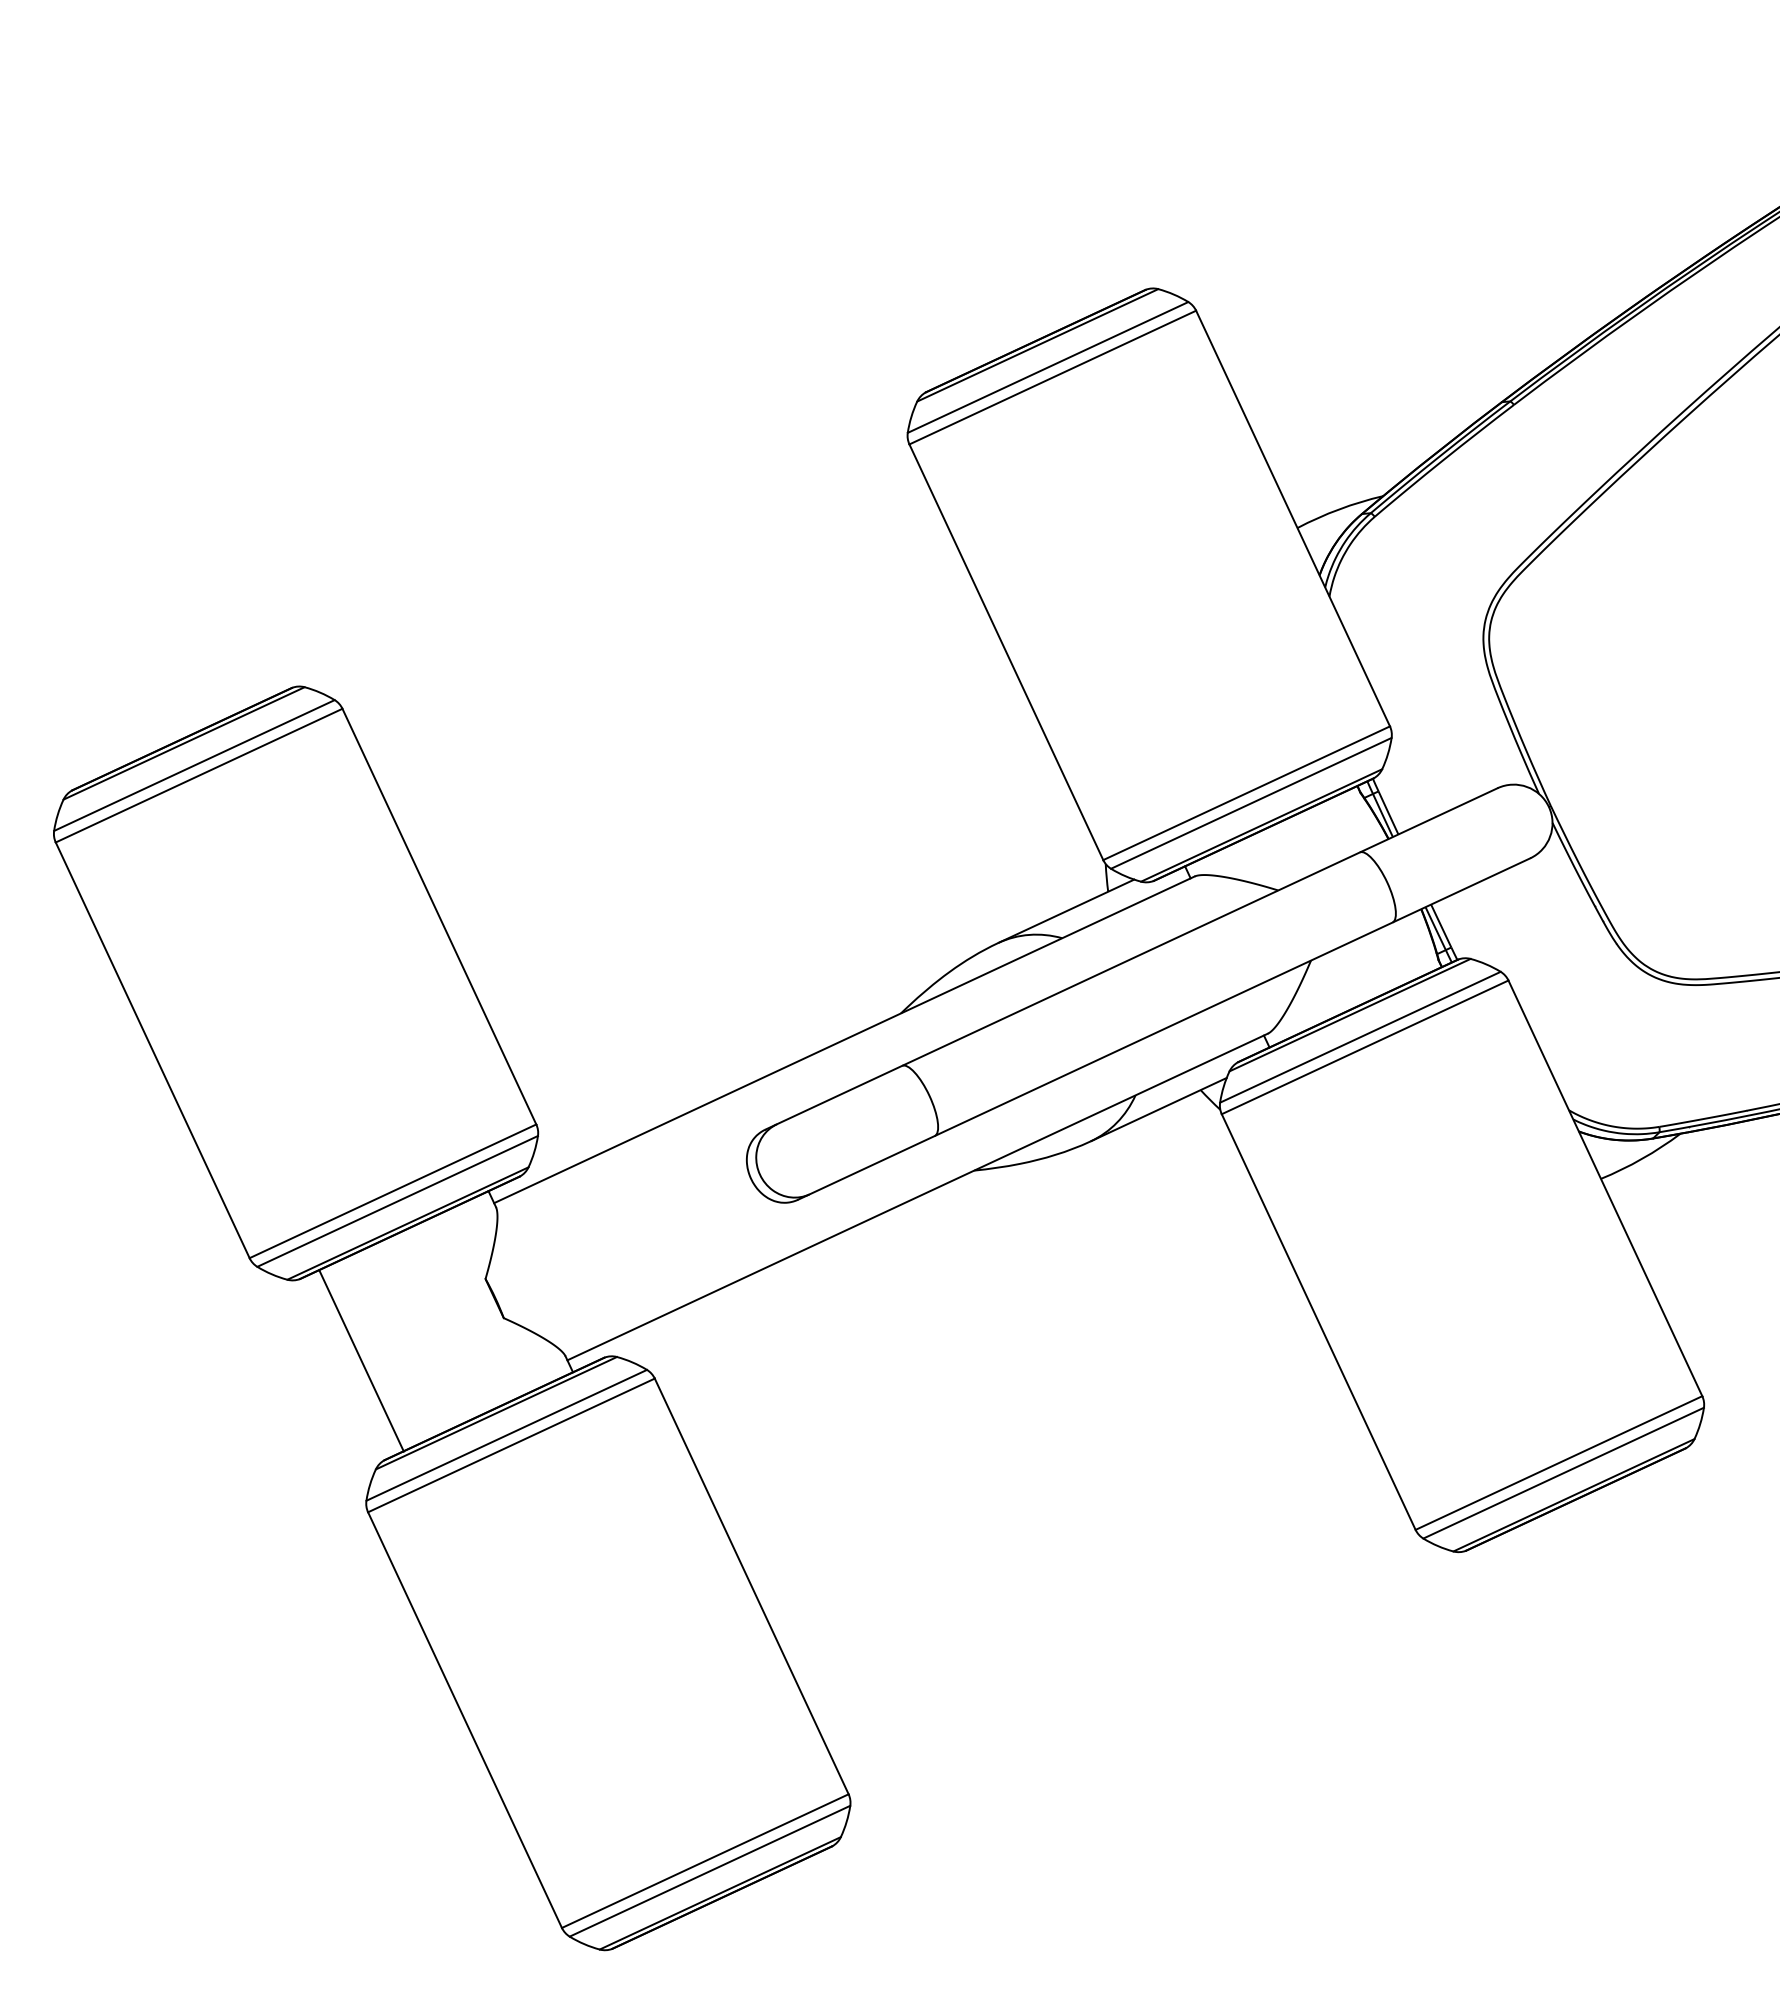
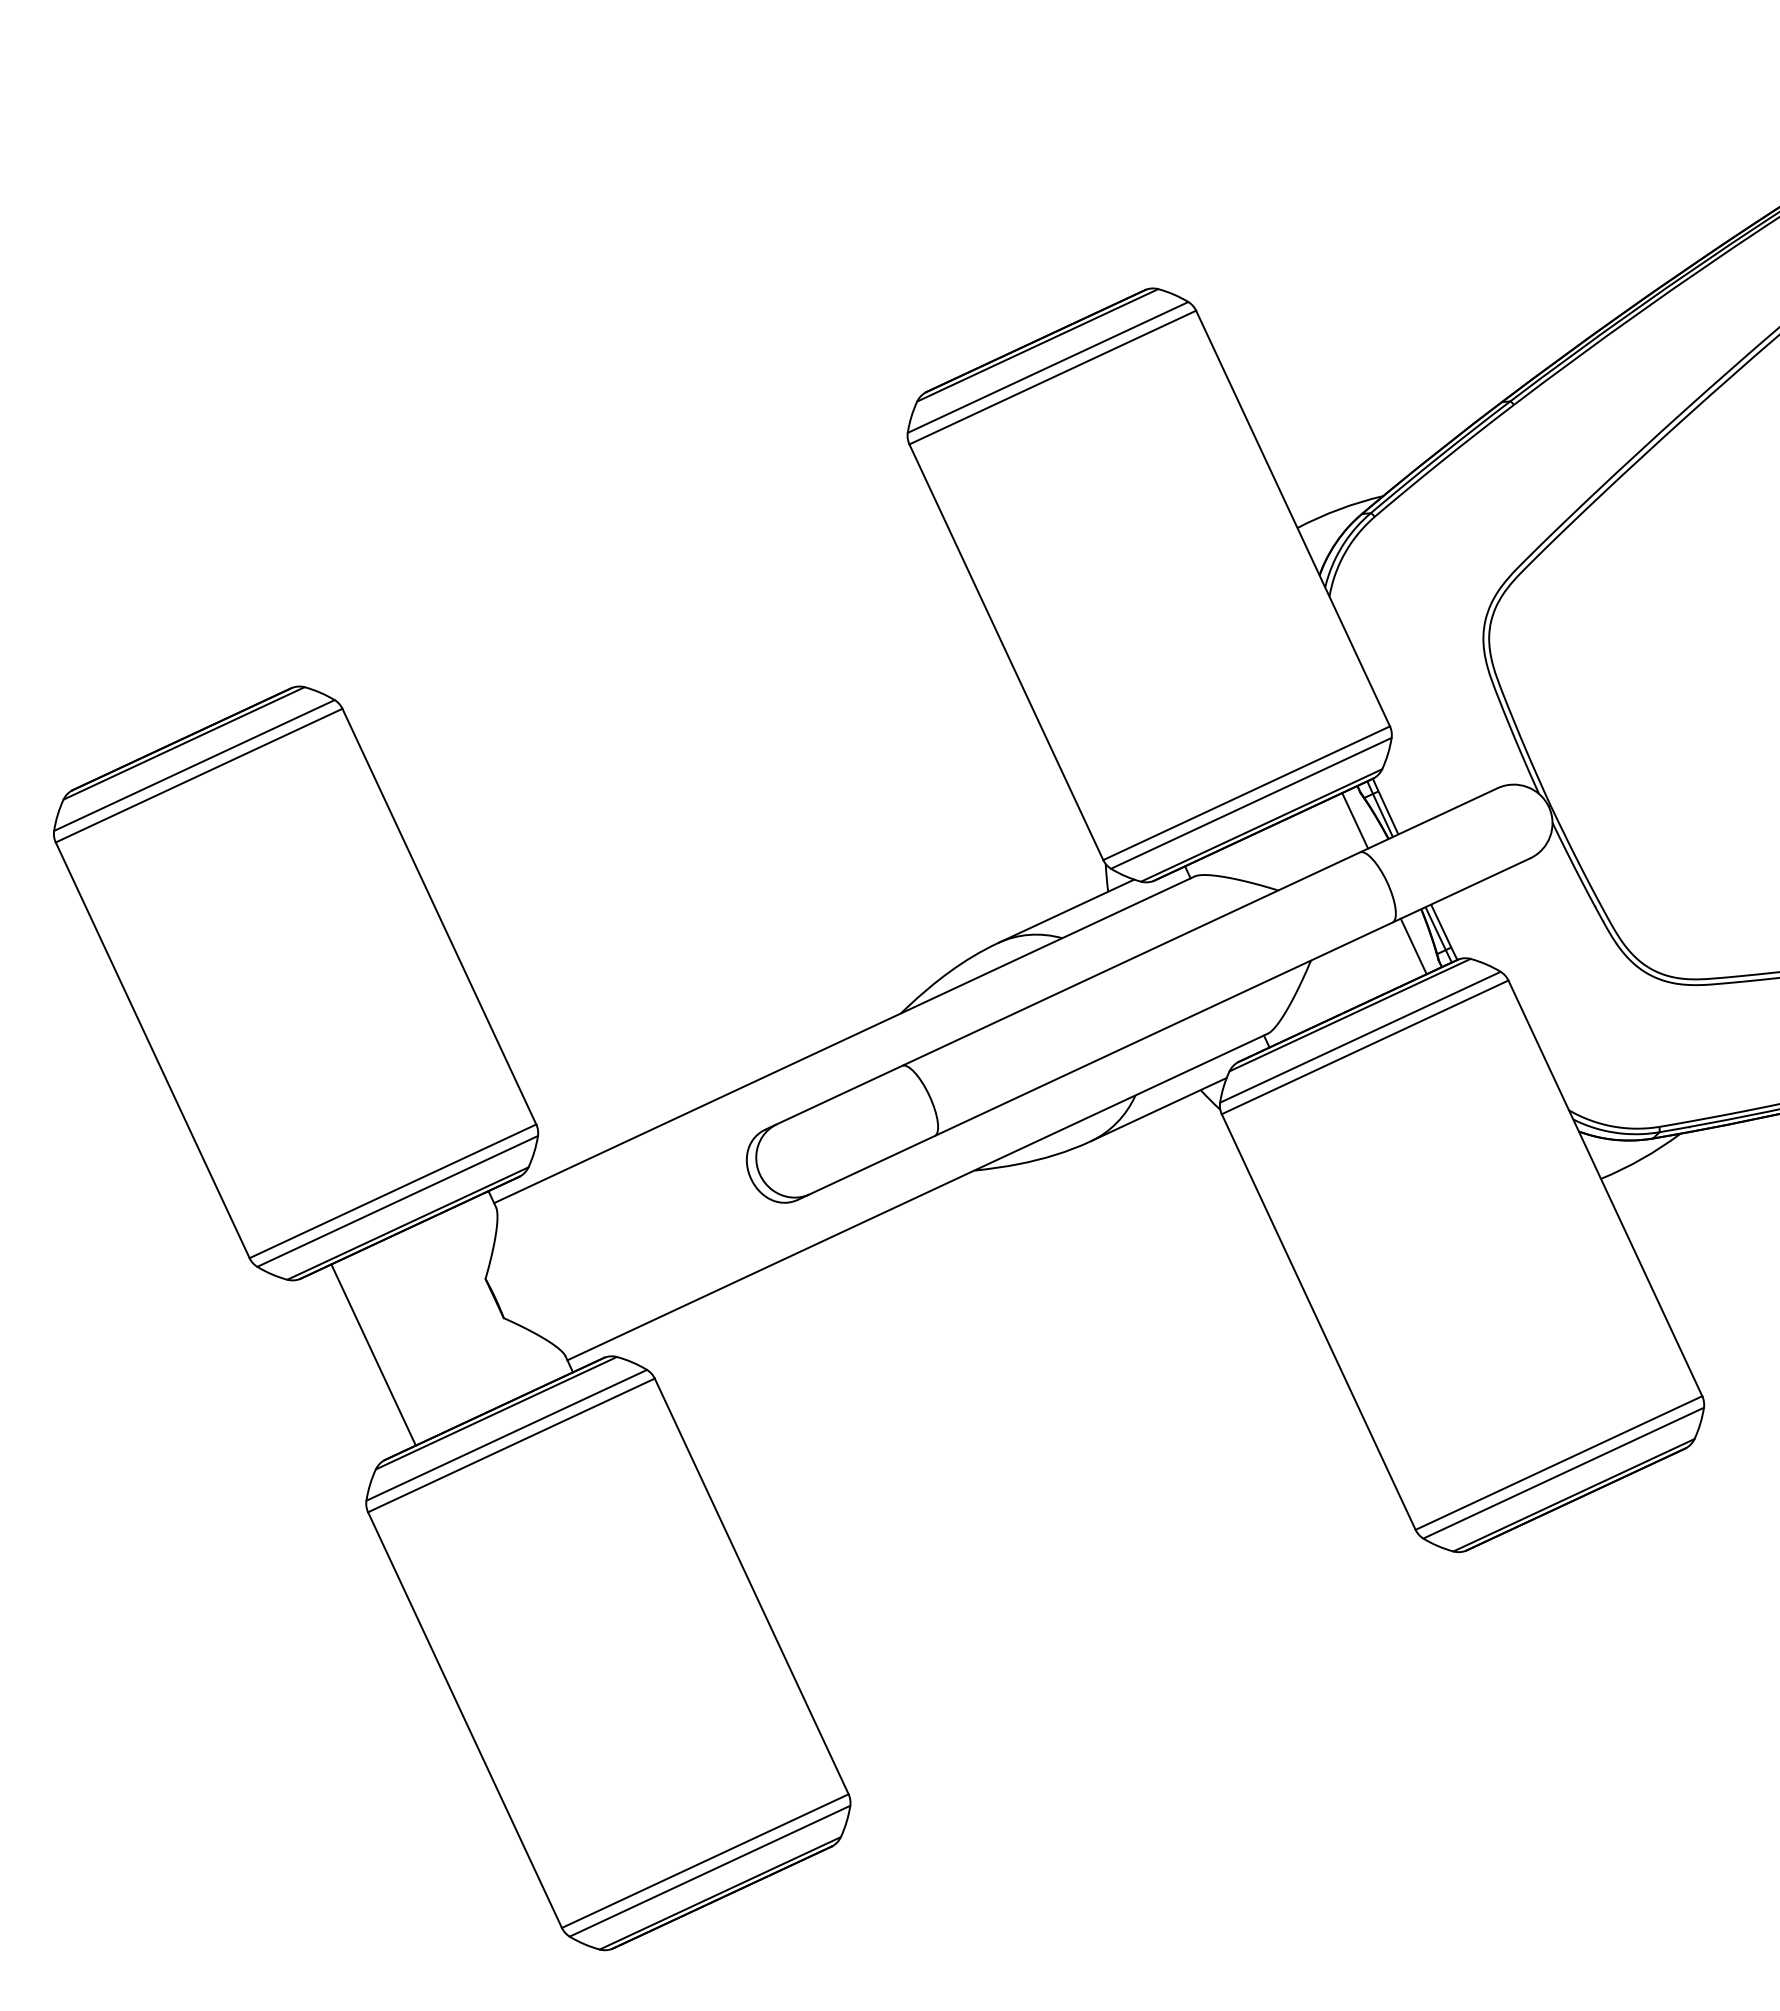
line at (1355, 820): none -> present
line at (1413, 946): none -> present
line at (361, 1360) position: (361, 1360) -> (373, 1354)
